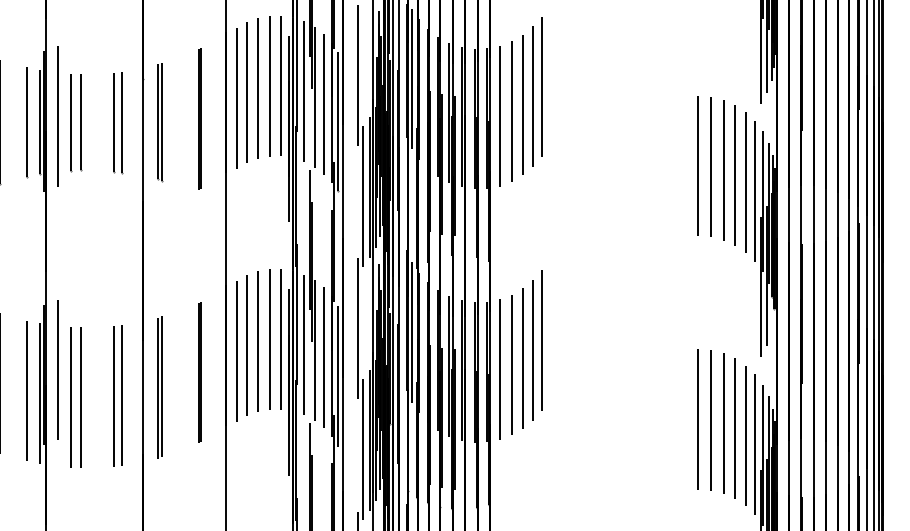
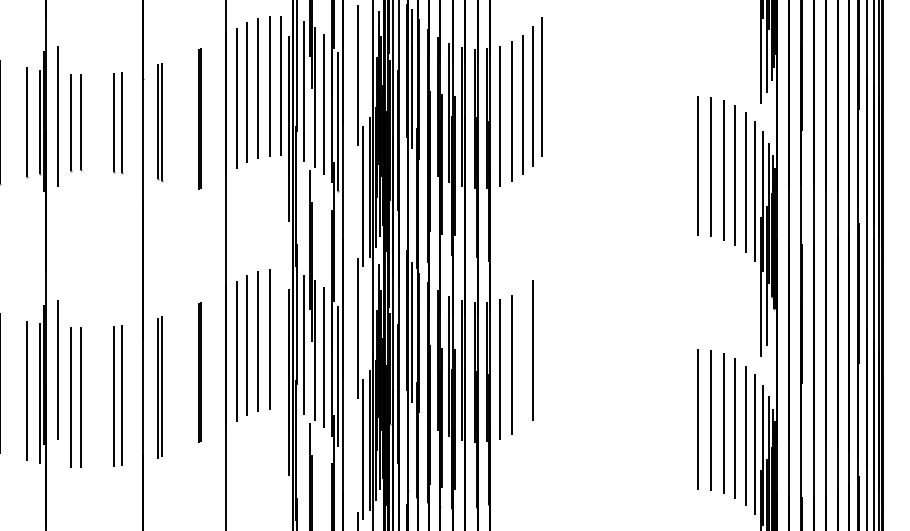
line at (281, 339): present -> none
line at (541, 339): present -> none
line at (523, 358): present -> none
